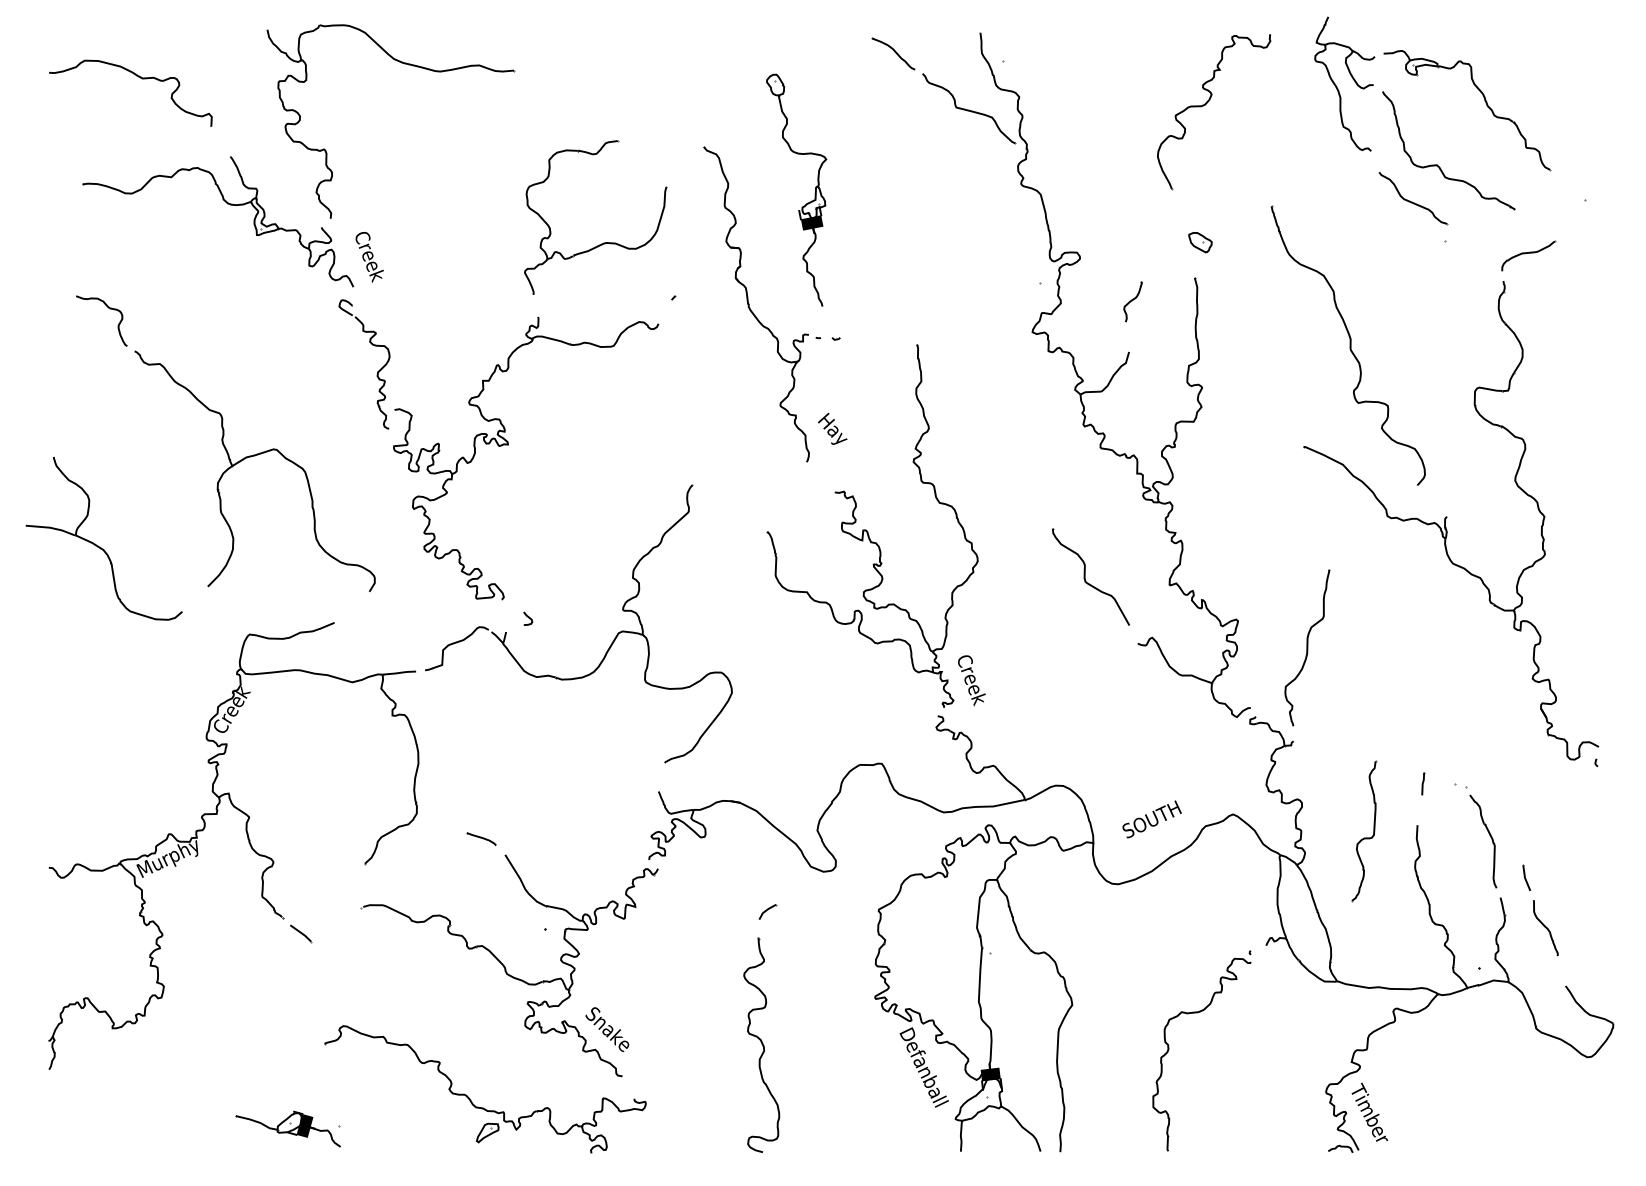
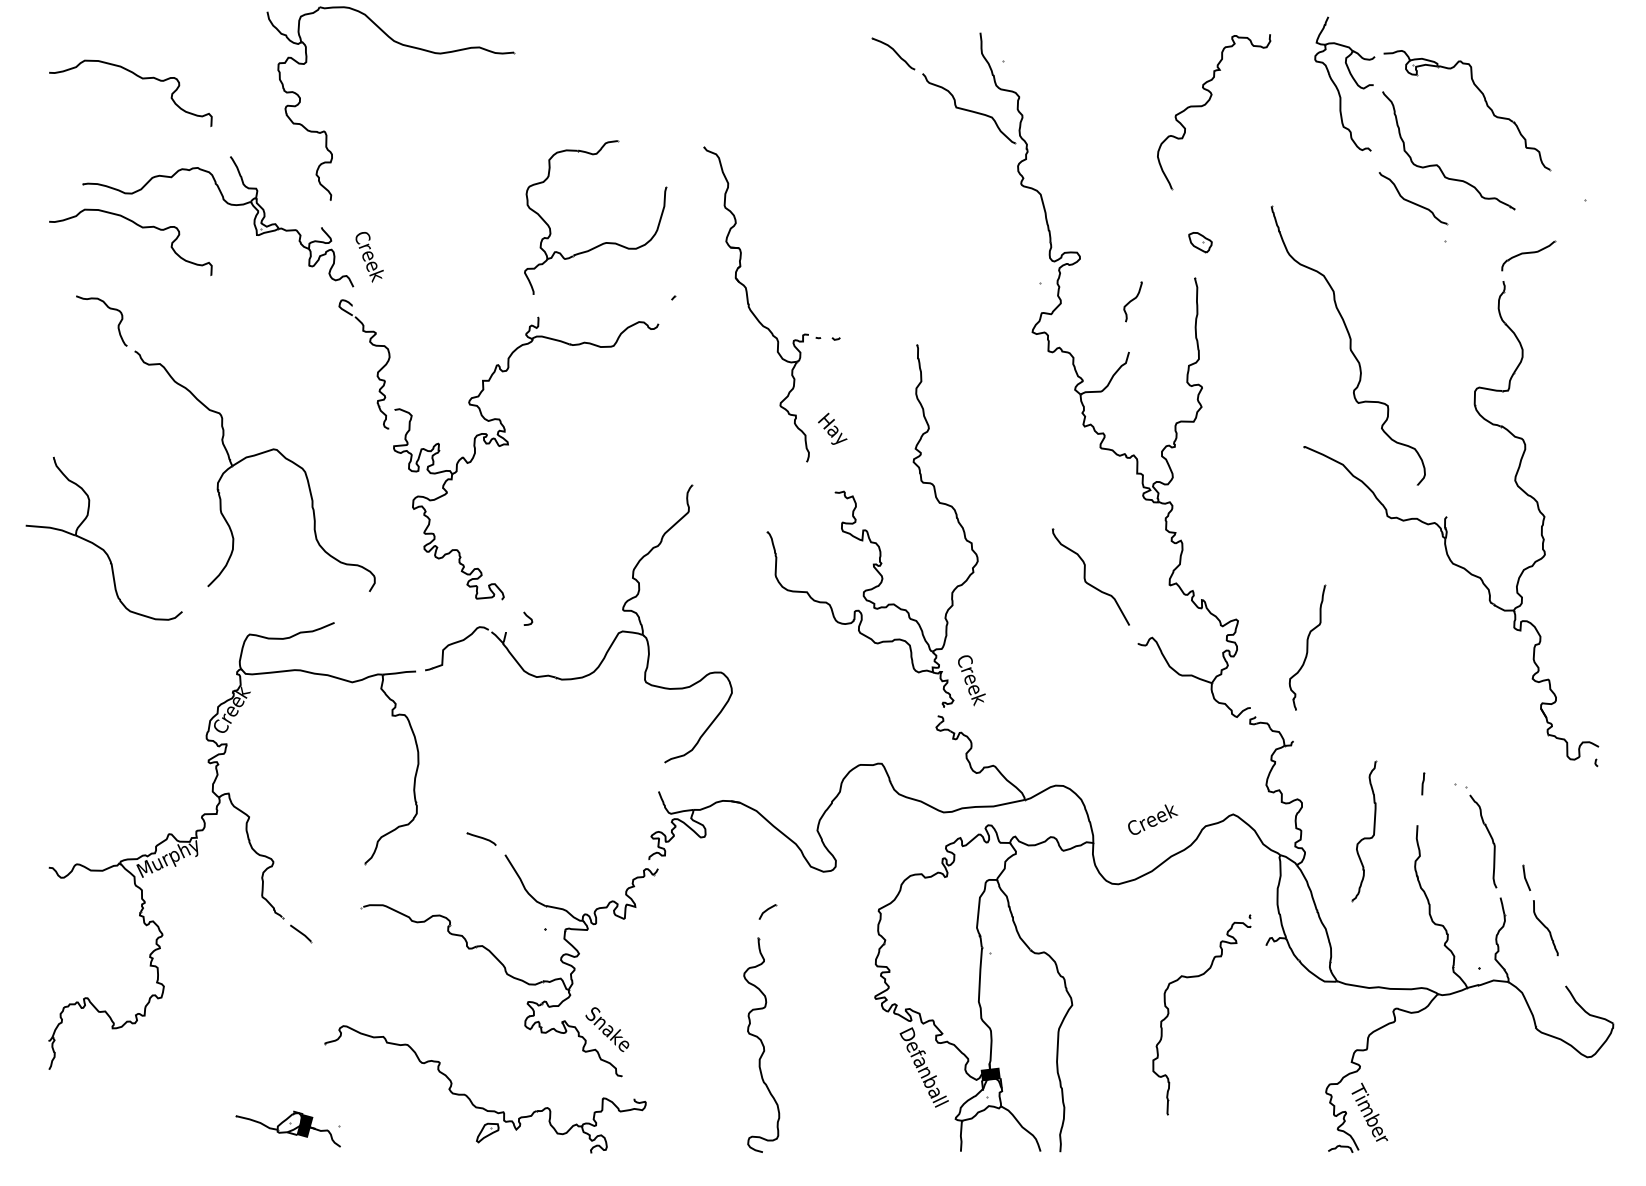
part at (404, 64) position: (404, 64) -> (404, 46)
part at (807, 202): present -> none
curve at (138, 226): none -> present
part at (1307, 647) size: 47x158 px -> 39x127 px
text at (1151, 819): SOUTH -> Creek
part at (1169, 1049) position: (1169, 1049) -> (1169, 1013)
